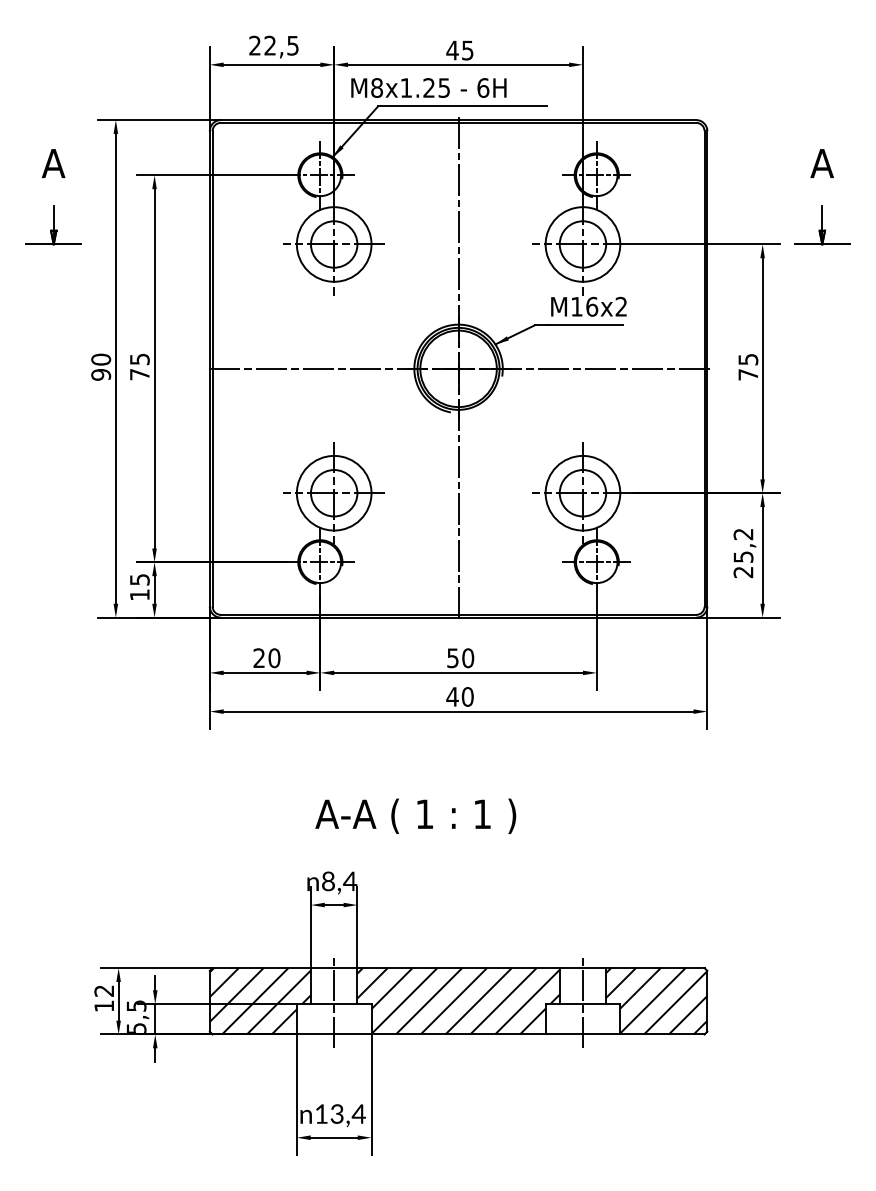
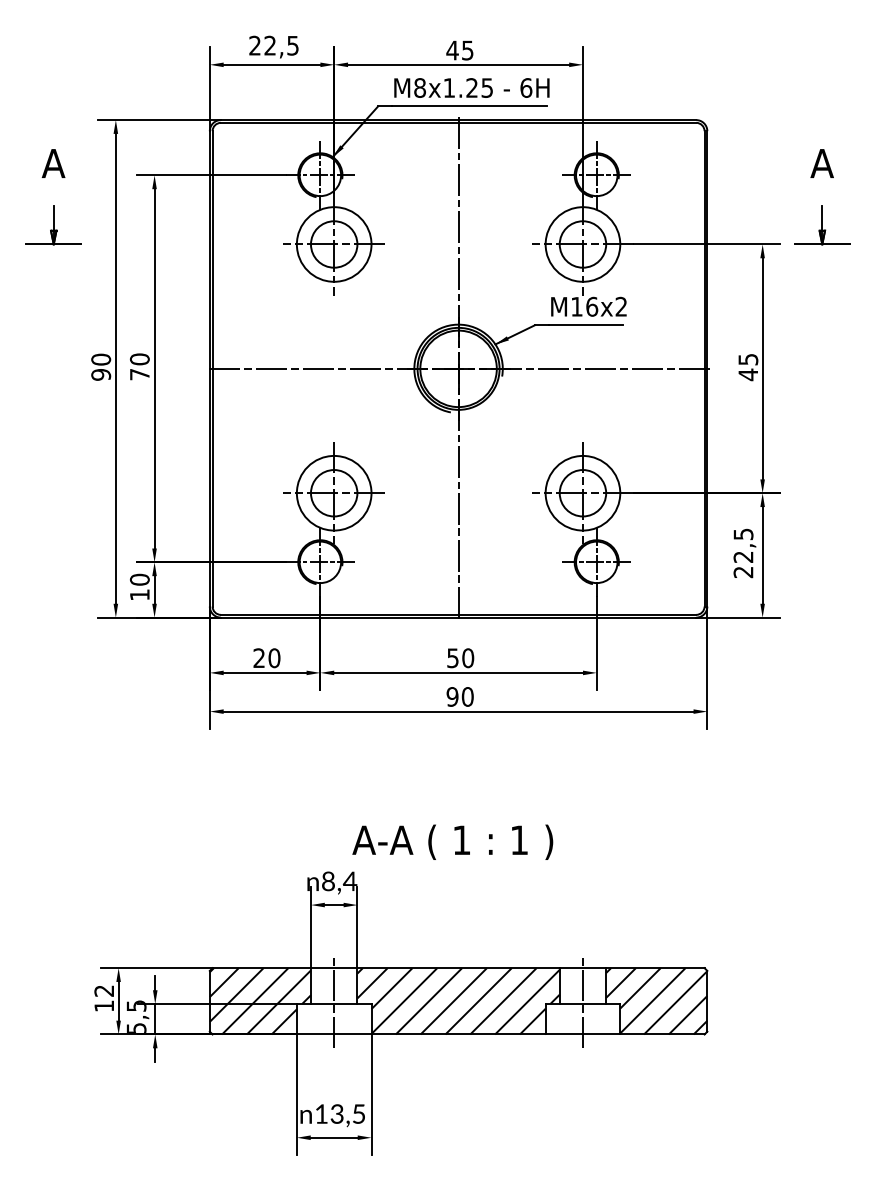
text at (428, 87) position: (428, 87) -> (471, 87)
text at (139, 359): 75 -> 70
text at (747, 374): 75 -> 45
text at (743, 545): 25,2 -> 22,5
text at (139, 579): 15 -> 10
text at (452, 696): 40 -> 90
text at (415, 815) position: (415, 815) -> (452, 841)
text at (358, 1113): 13,4 -> 13,5
